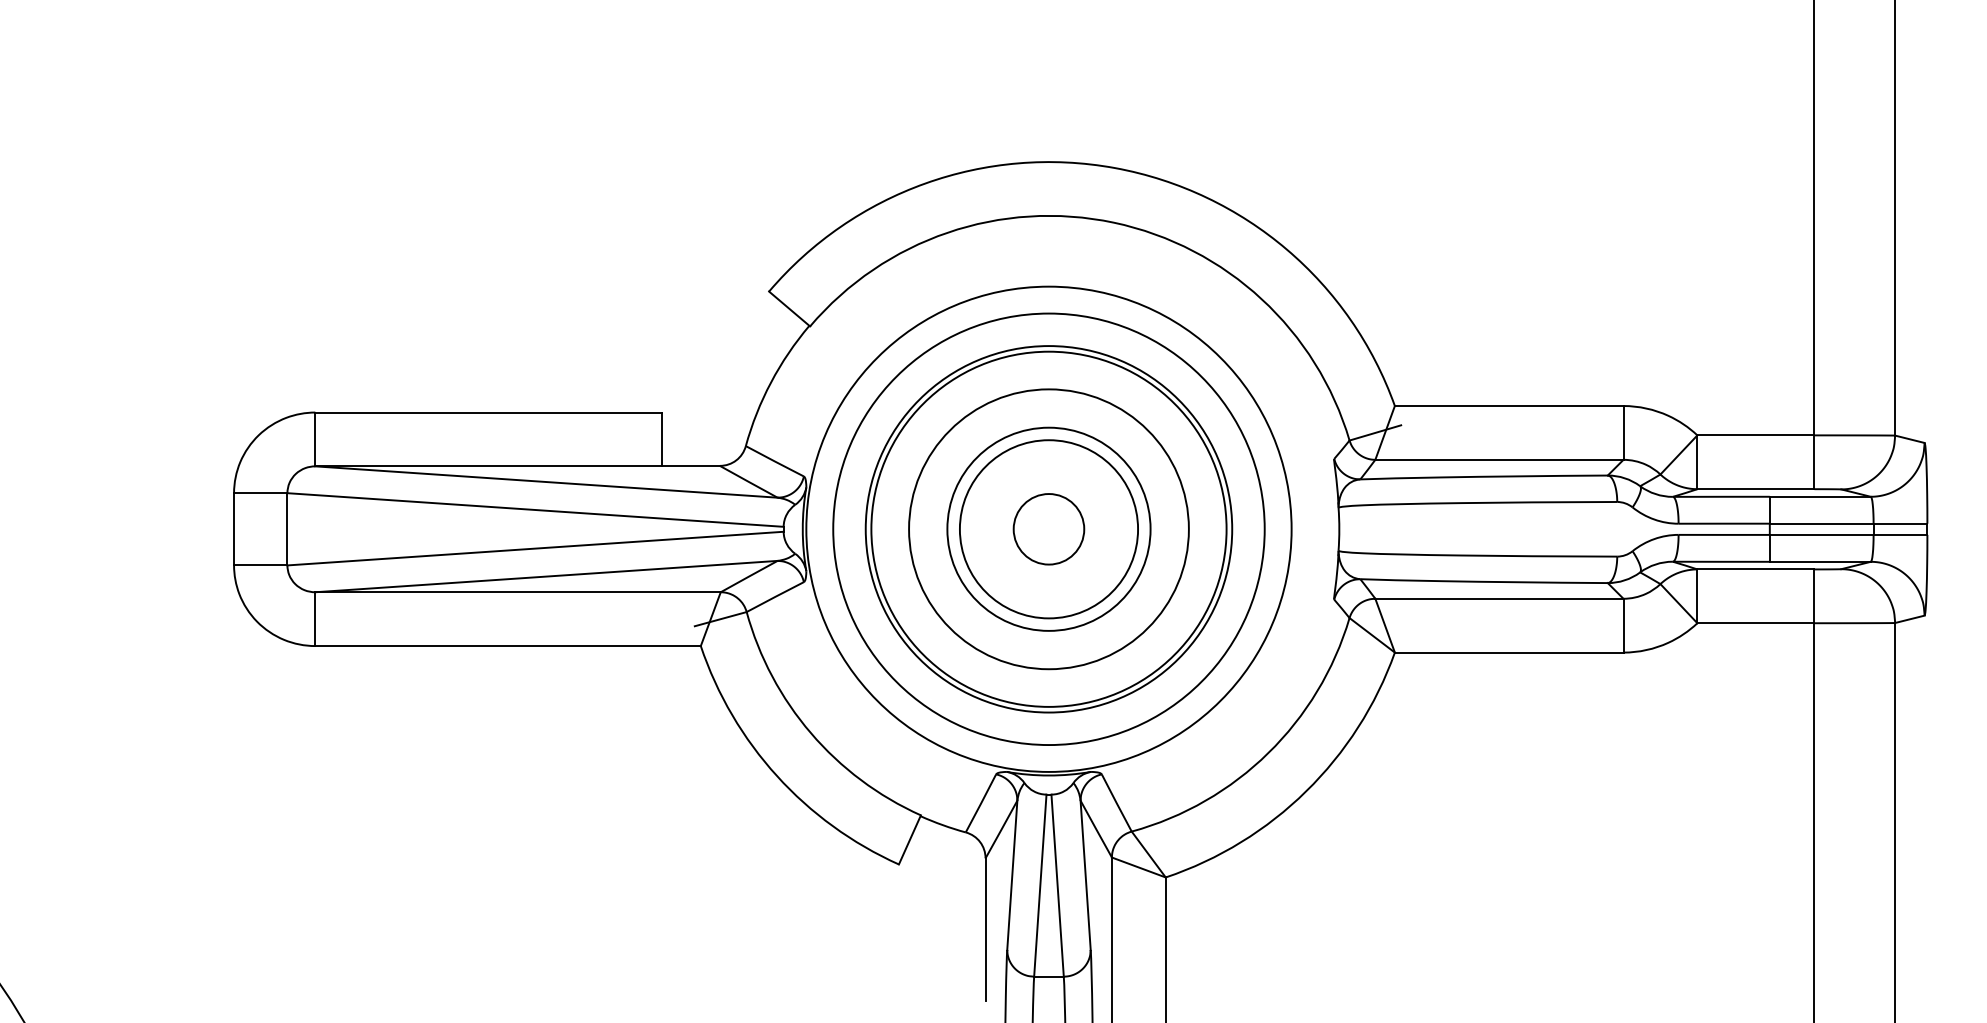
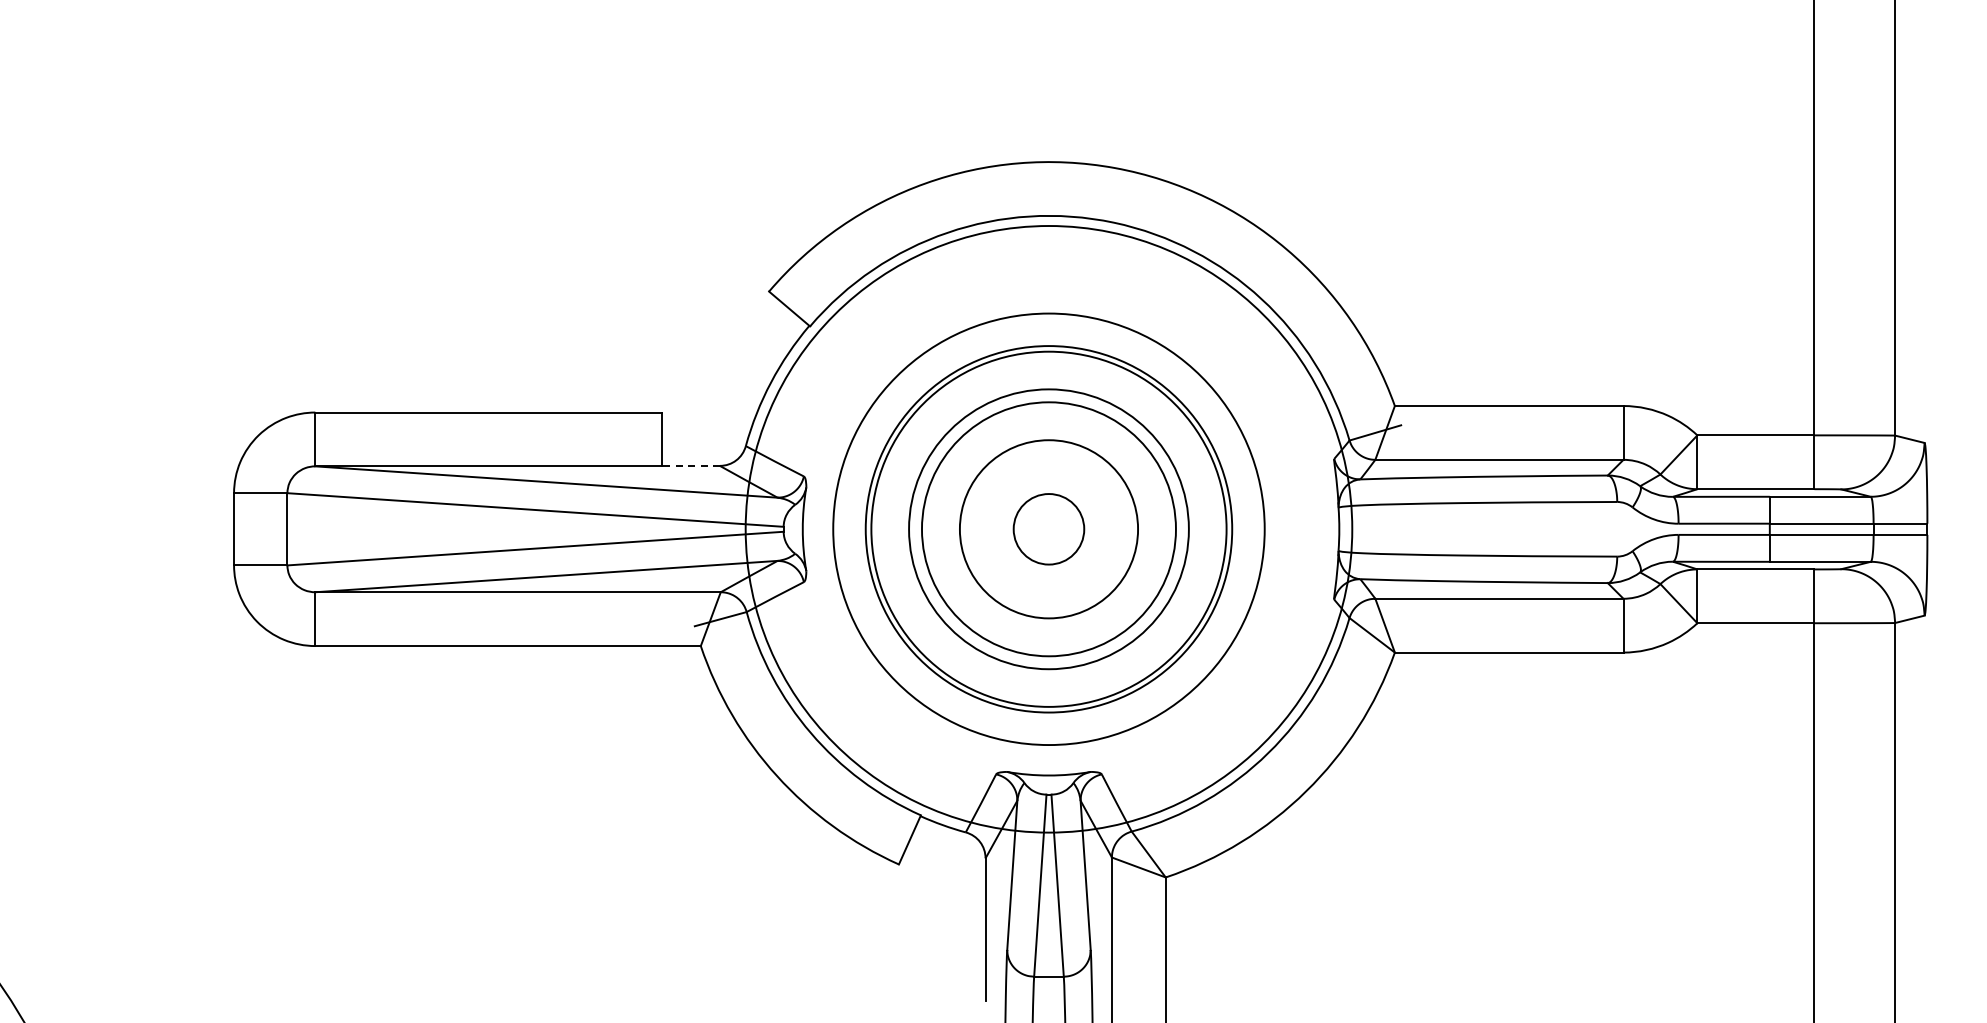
line at (691, 465): solid -> dashed
circle at (1048, 528) diameter: 203 px -> 254 px
circle at (1048, 528) diameter: 485 px -> 607 px
